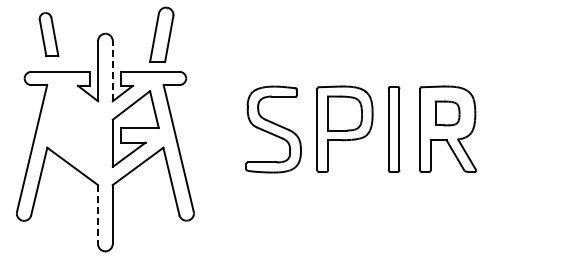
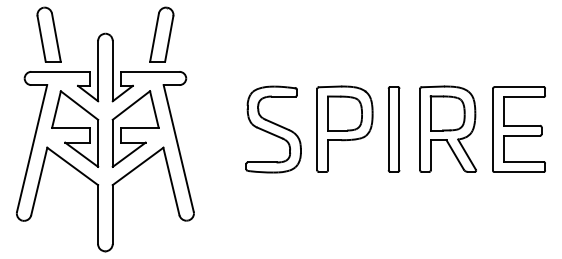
part at (48, 34) size: 22x46 px -> 26x57 px
line at (112, 70): dashed -> solid
part at (447, 113) size: 27x27 px -> 37x37 px
part at (75, 128): none -> present
part at (518, 129): none -> present
line at (98, 215): dashed -> solid
